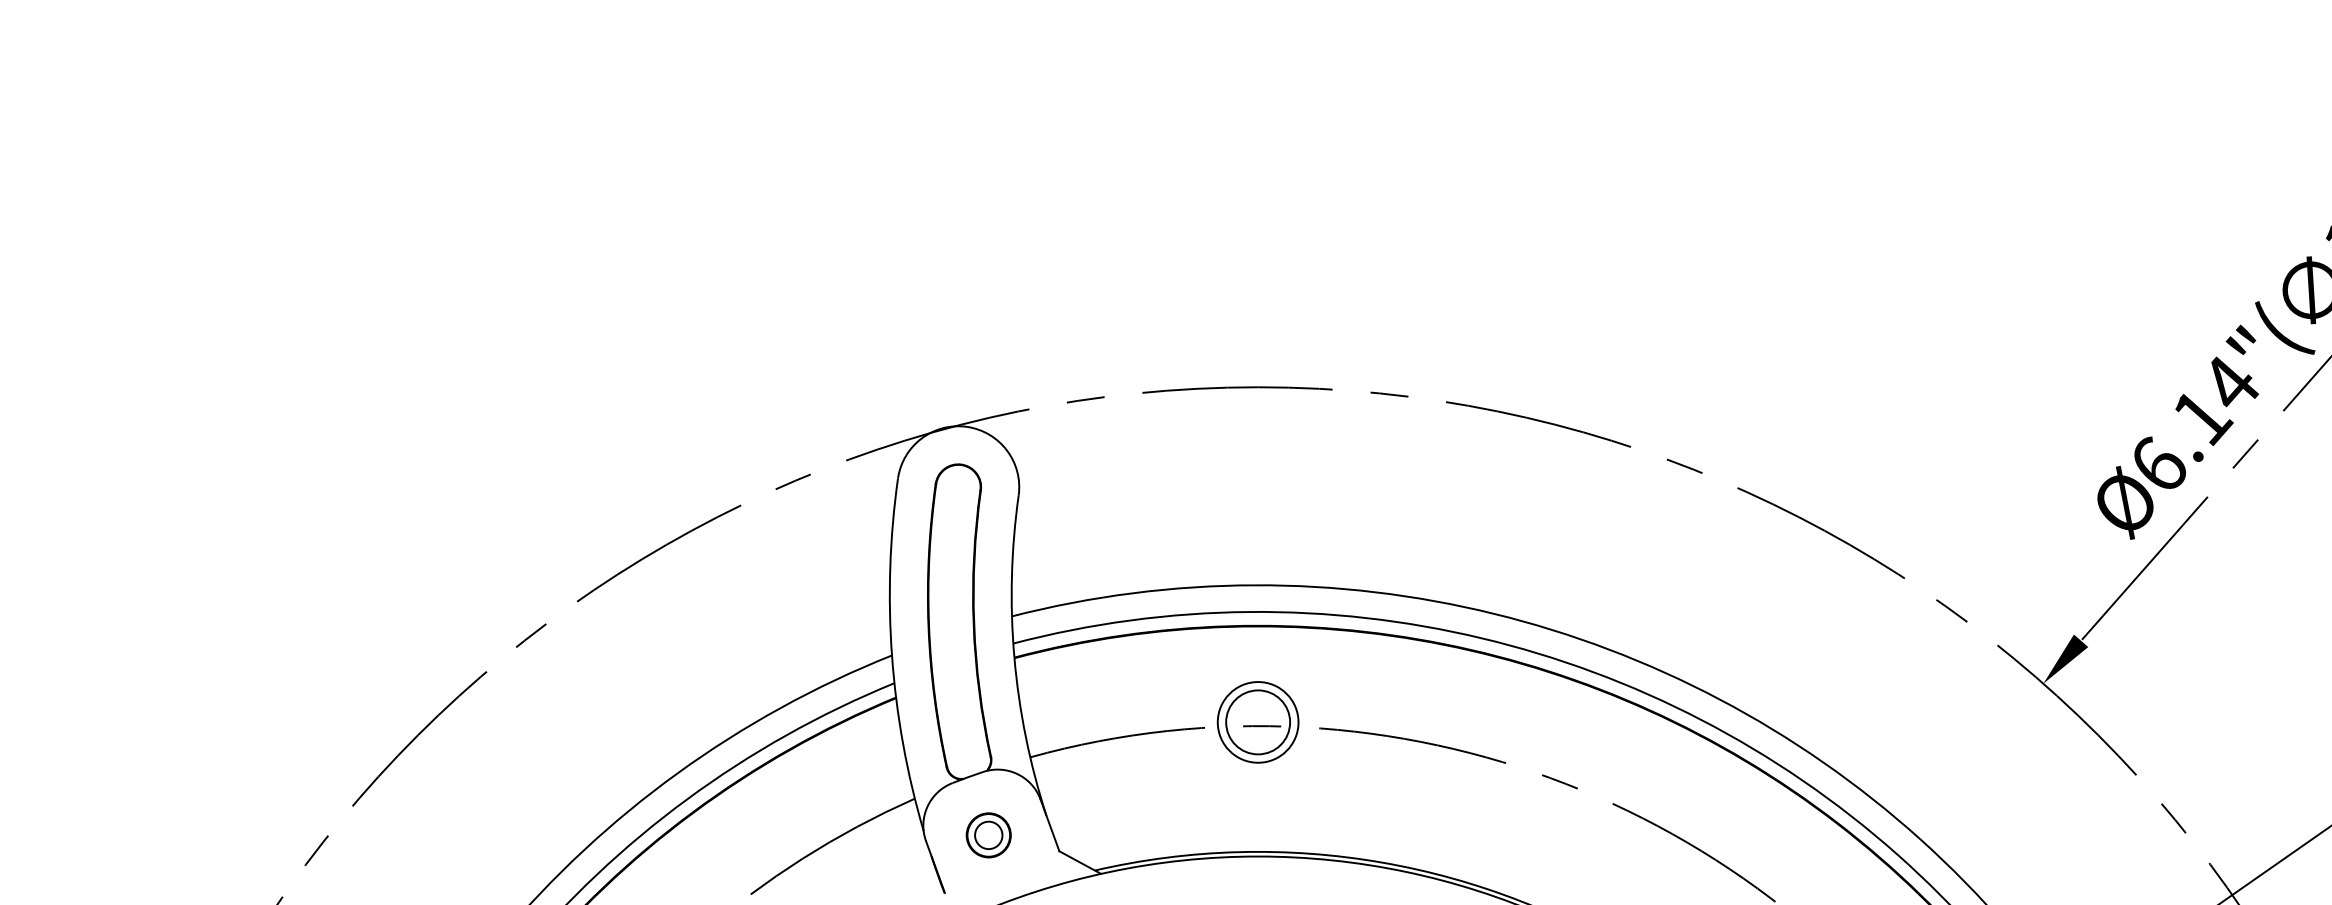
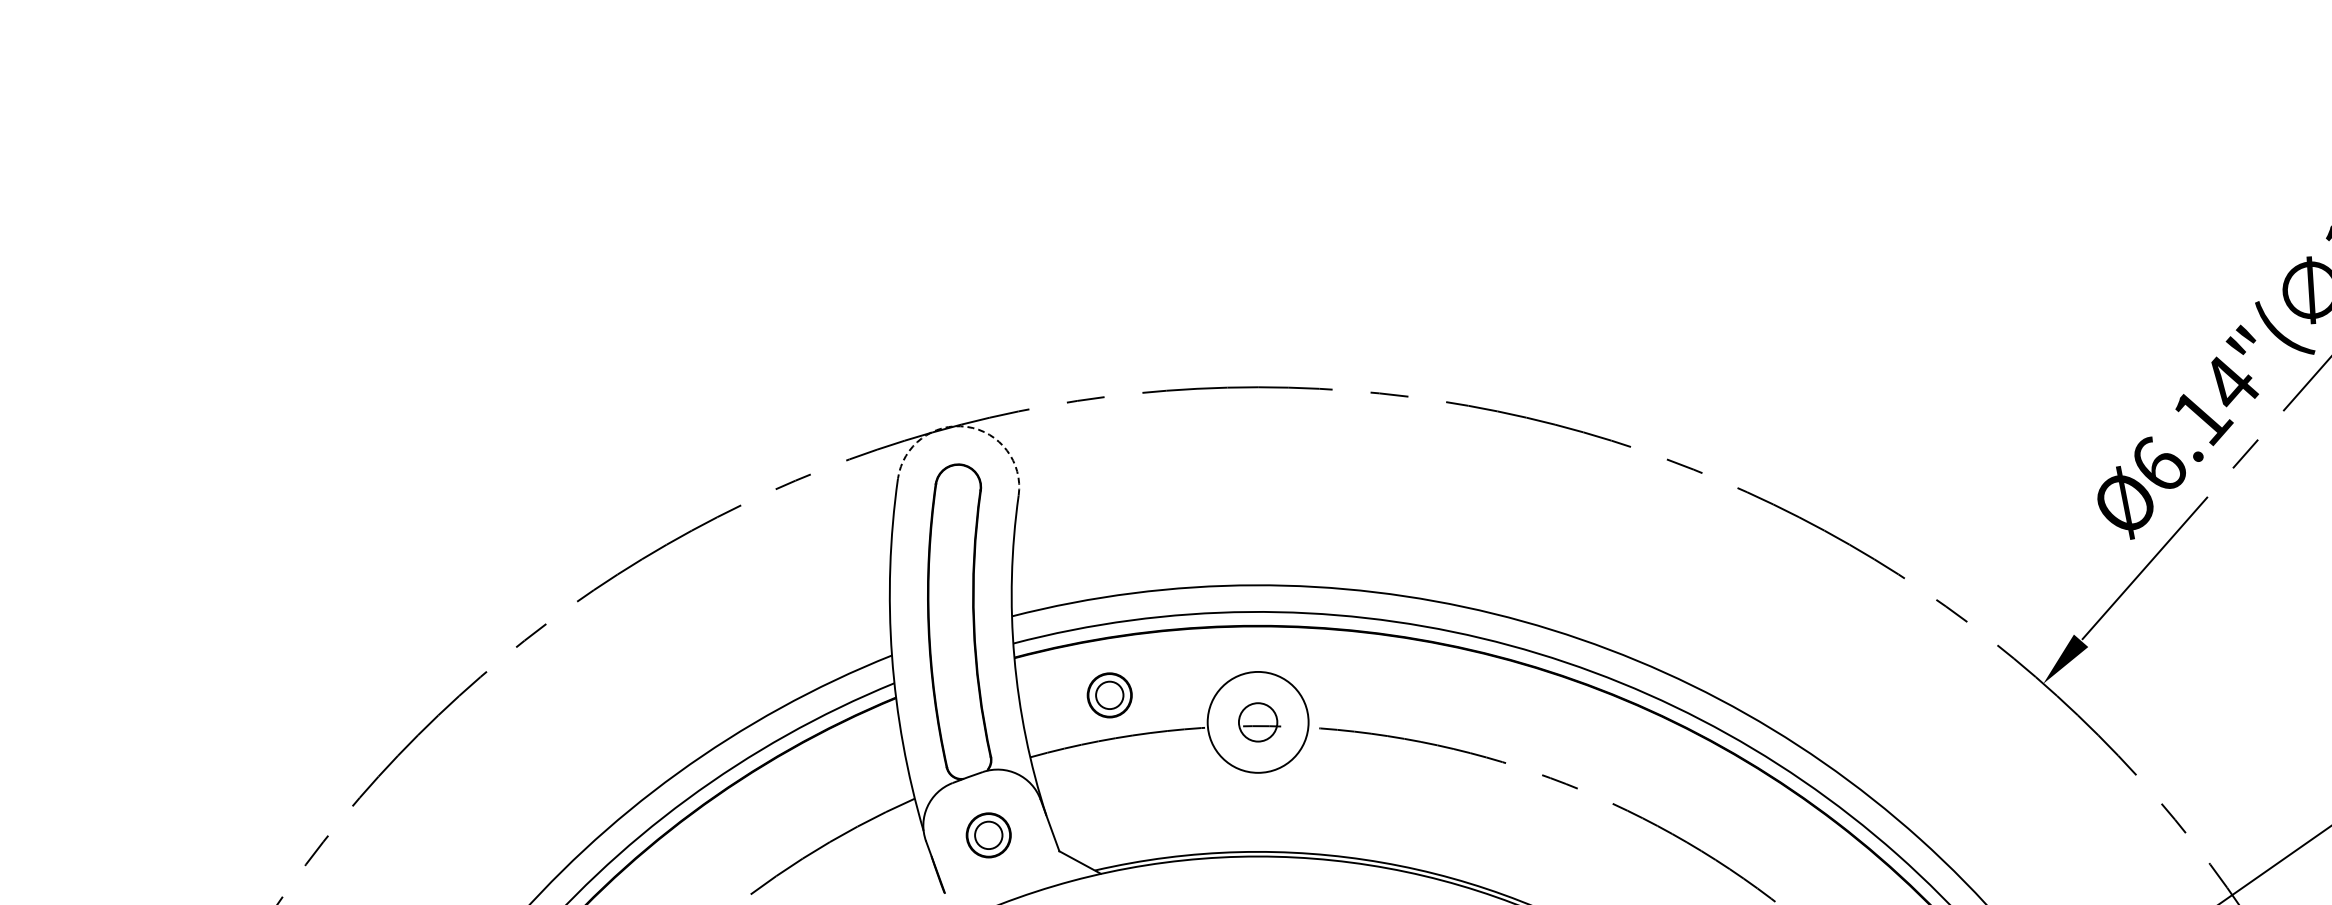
arc at (966, 426): solid -> dashed
part at (1109, 695): none -> present
circle at (1257, 722) diameter: 81 px -> 101 px
circle at (1258, 722) diameter: 64 px -> 38 px
